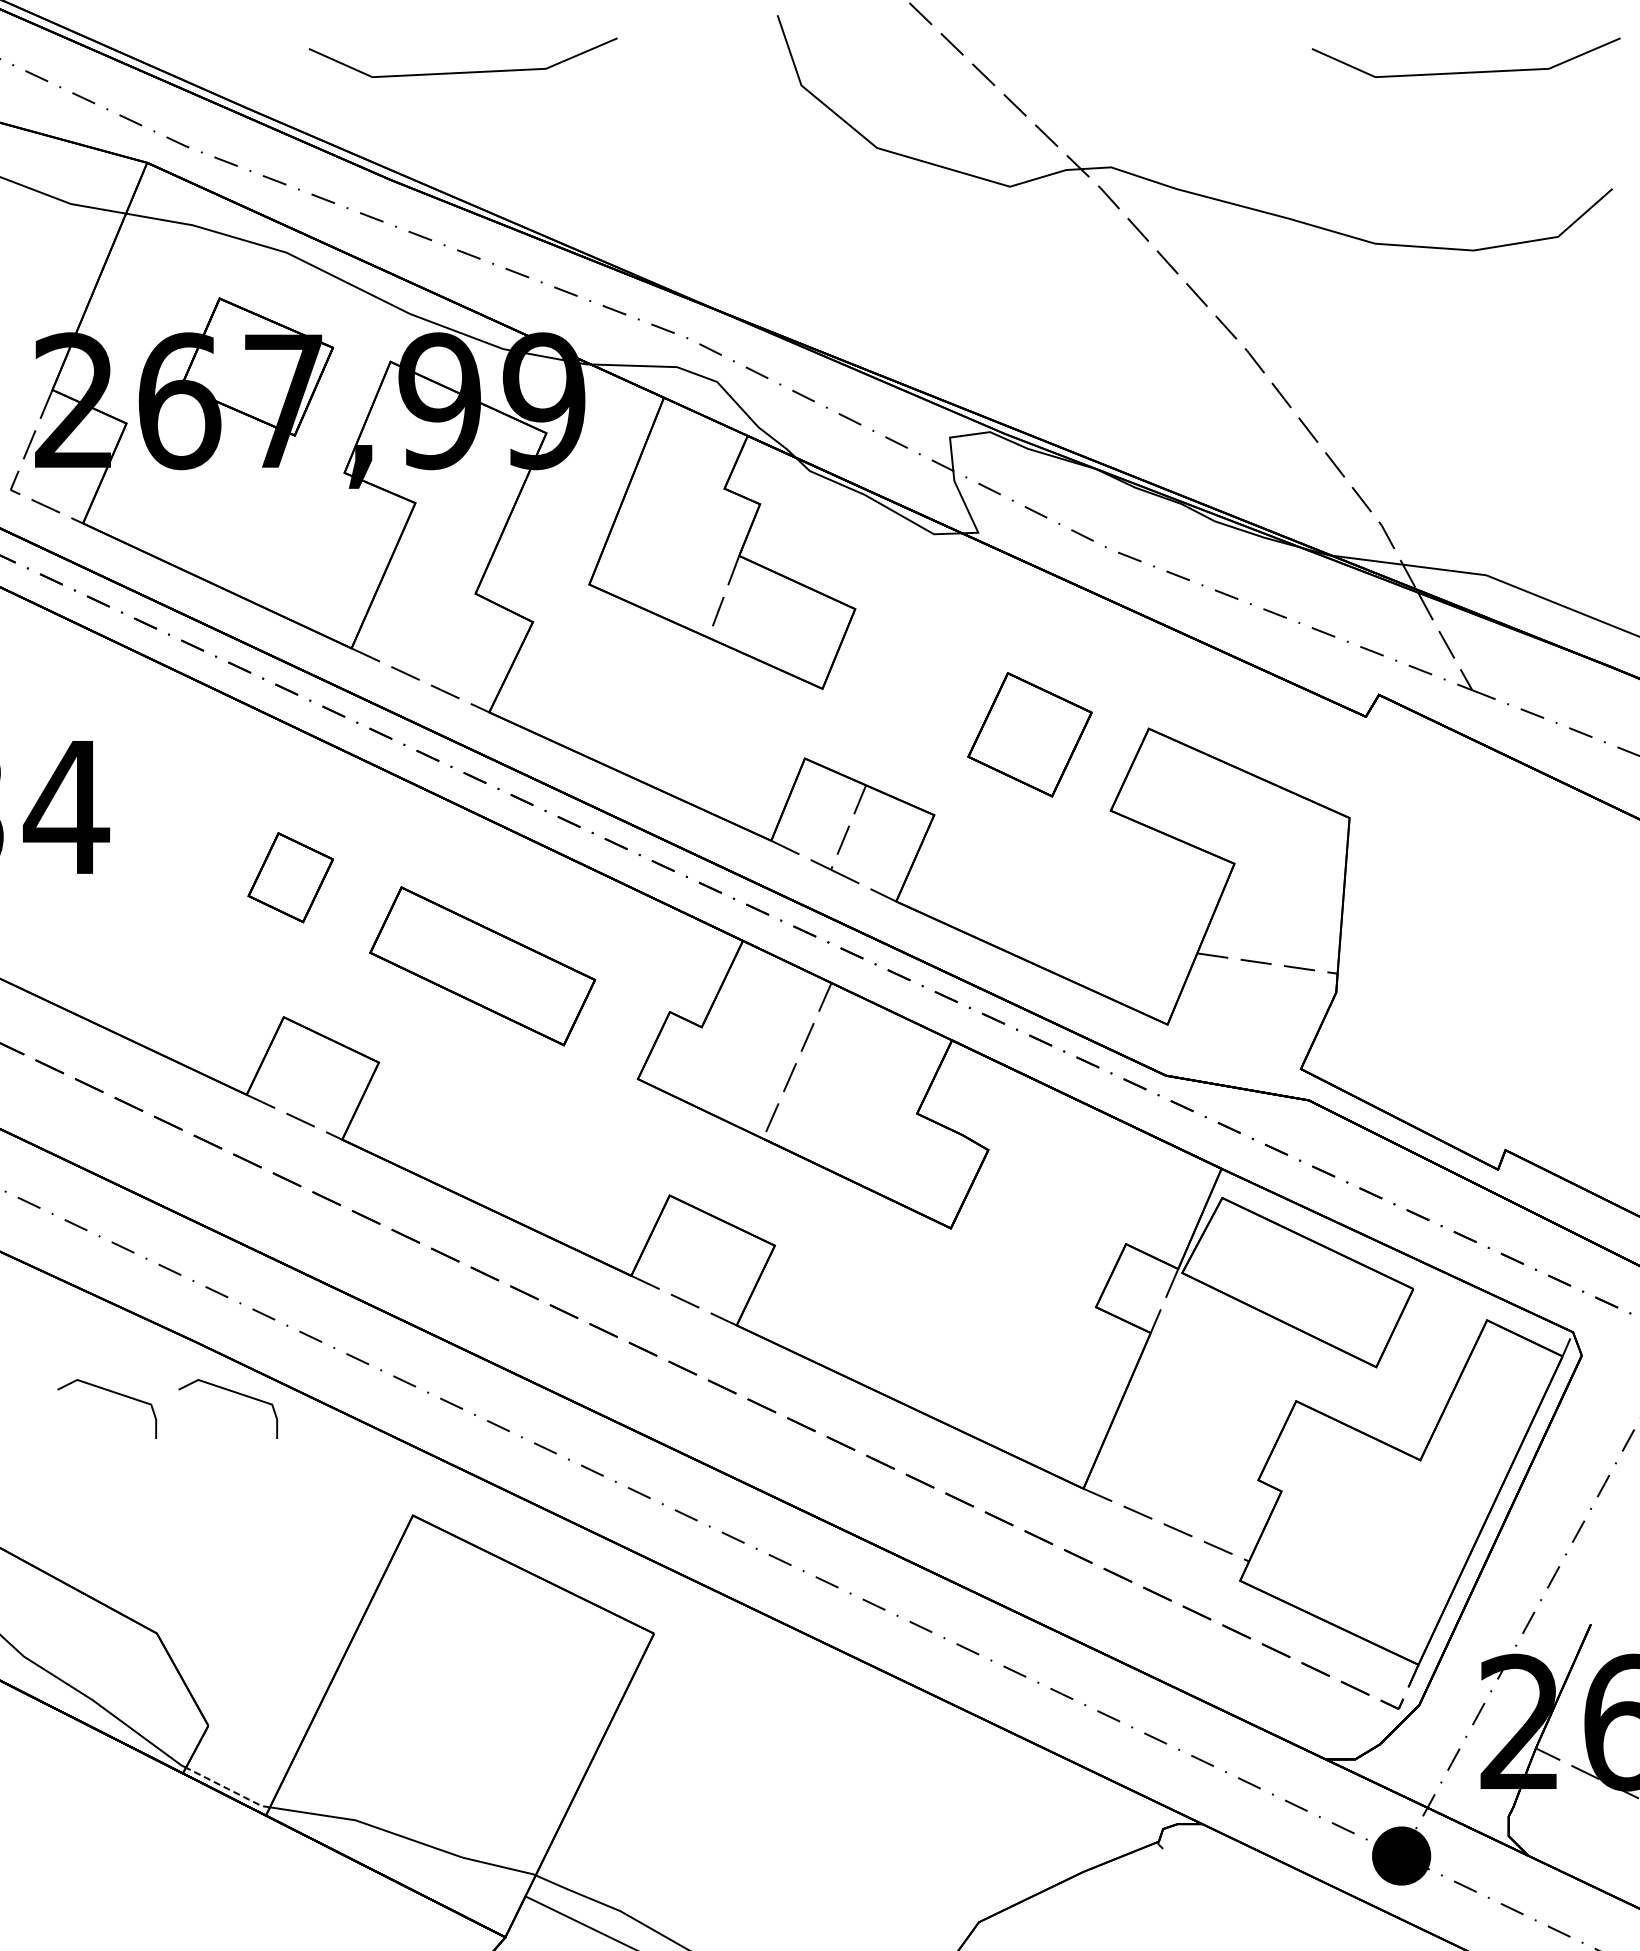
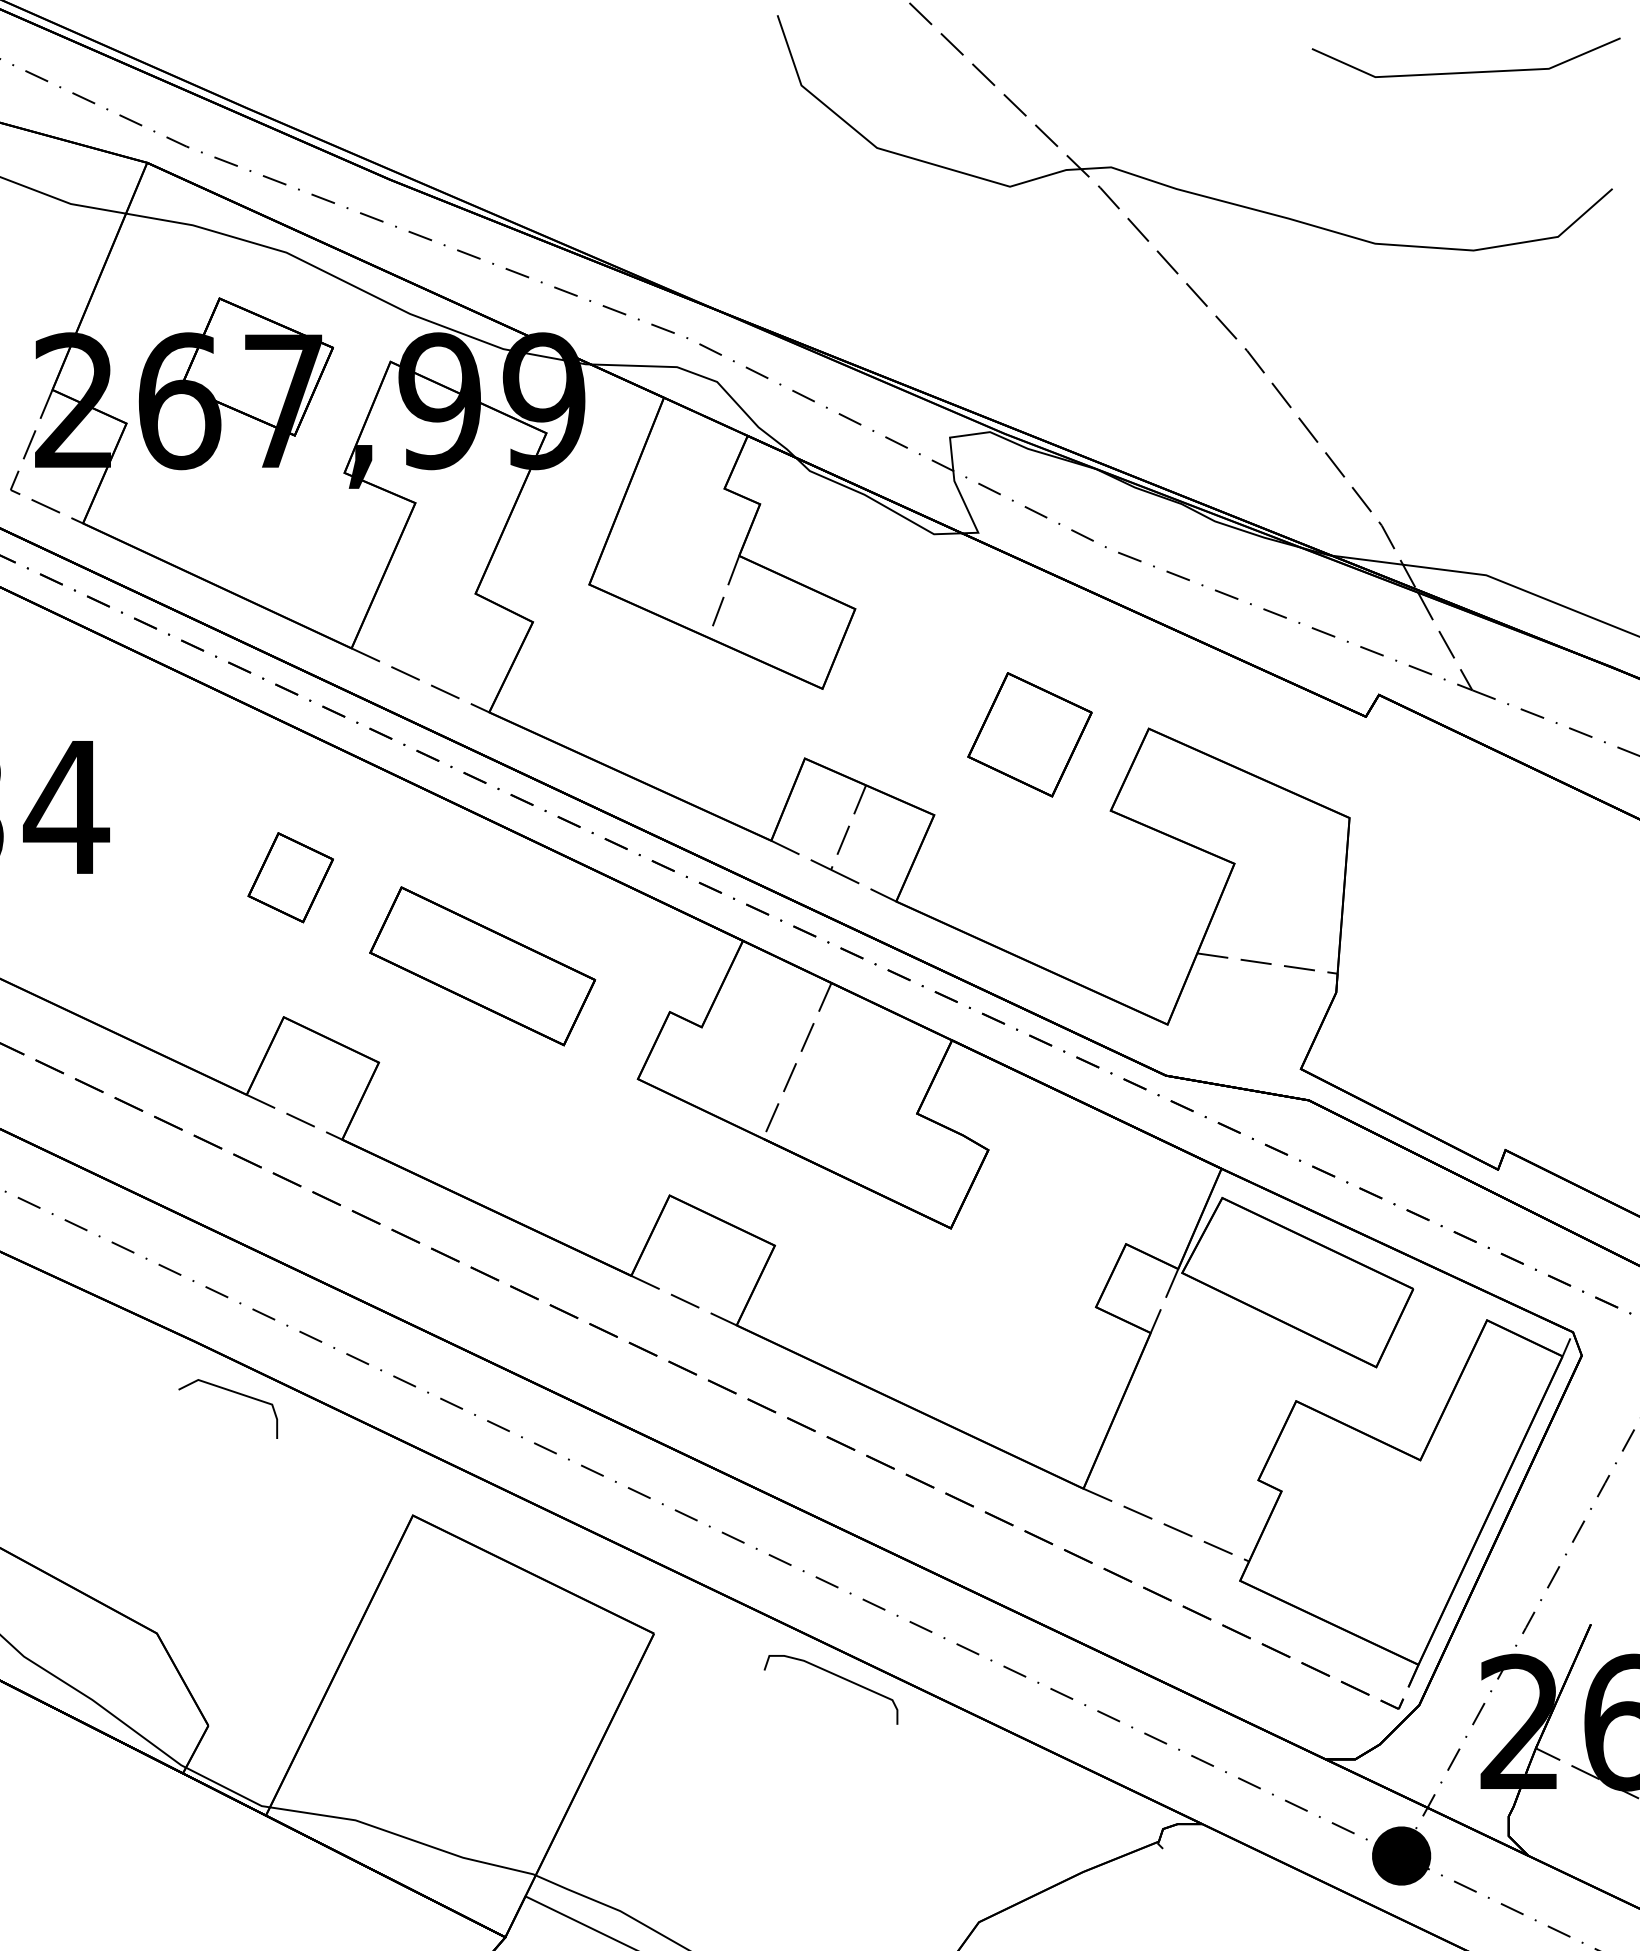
line at (462, 71): present -> none
curve at (111, 1392): present -> none
curve at (836, 1676): none -> present
line at (227, 1788): dashed -> solid
